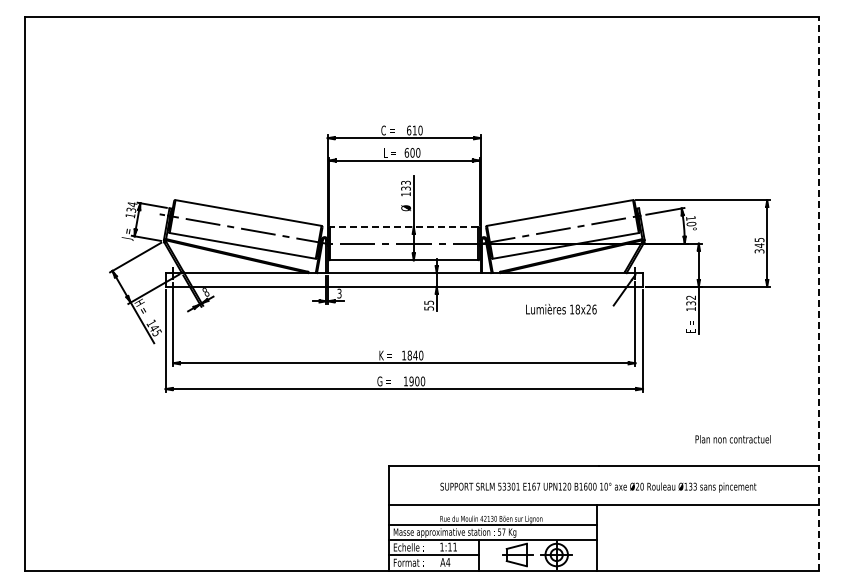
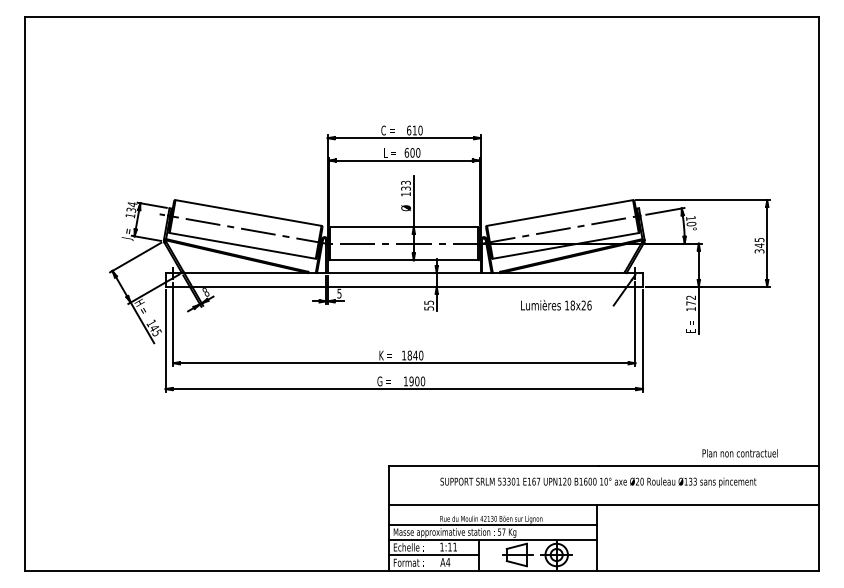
line at (403, 226): dashed -> solid
text at (339, 292): 3 -> 5
line at (818, 294): dashed -> solid
text at (691, 303): 132 -> 172
text at (561, 309) position: (561, 309) -> (556, 305)
text at (732, 439) position: (732, 439) -> (739, 453)
text at (598, 487) position: (598, 487) -> (598, 482)
